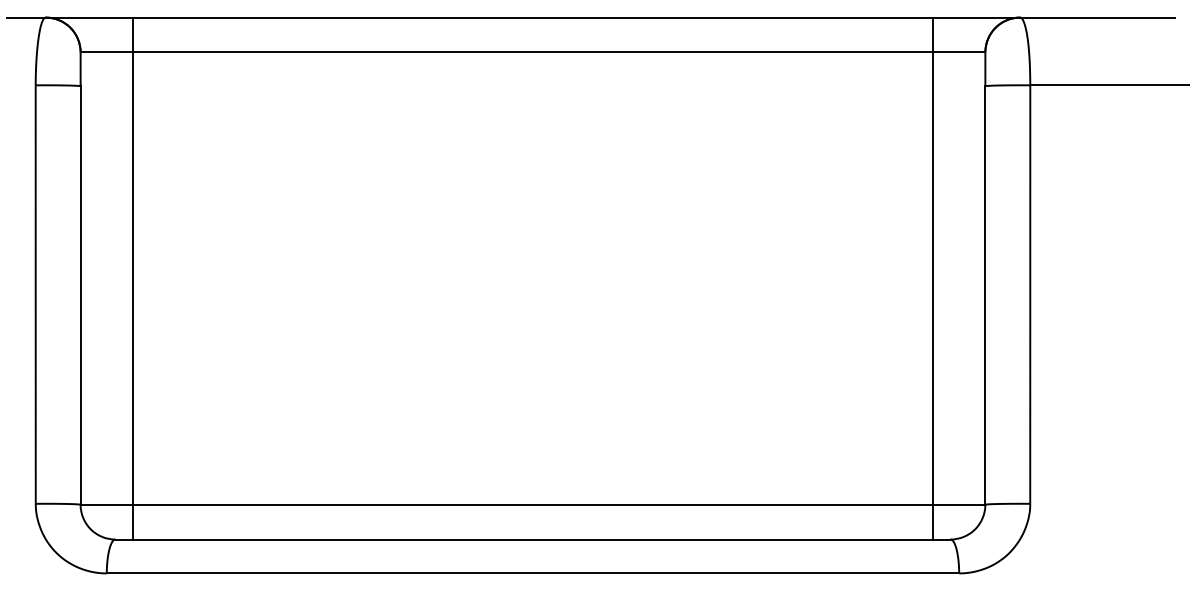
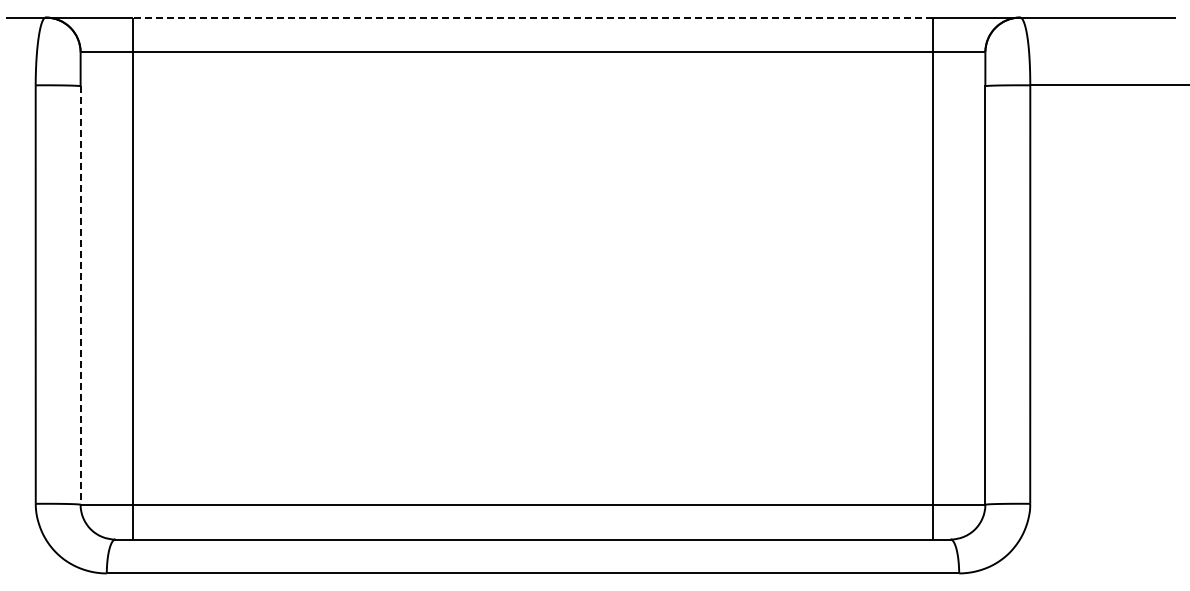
line at (532, 17): solid -> dashed
line at (80, 295): solid -> dashed
